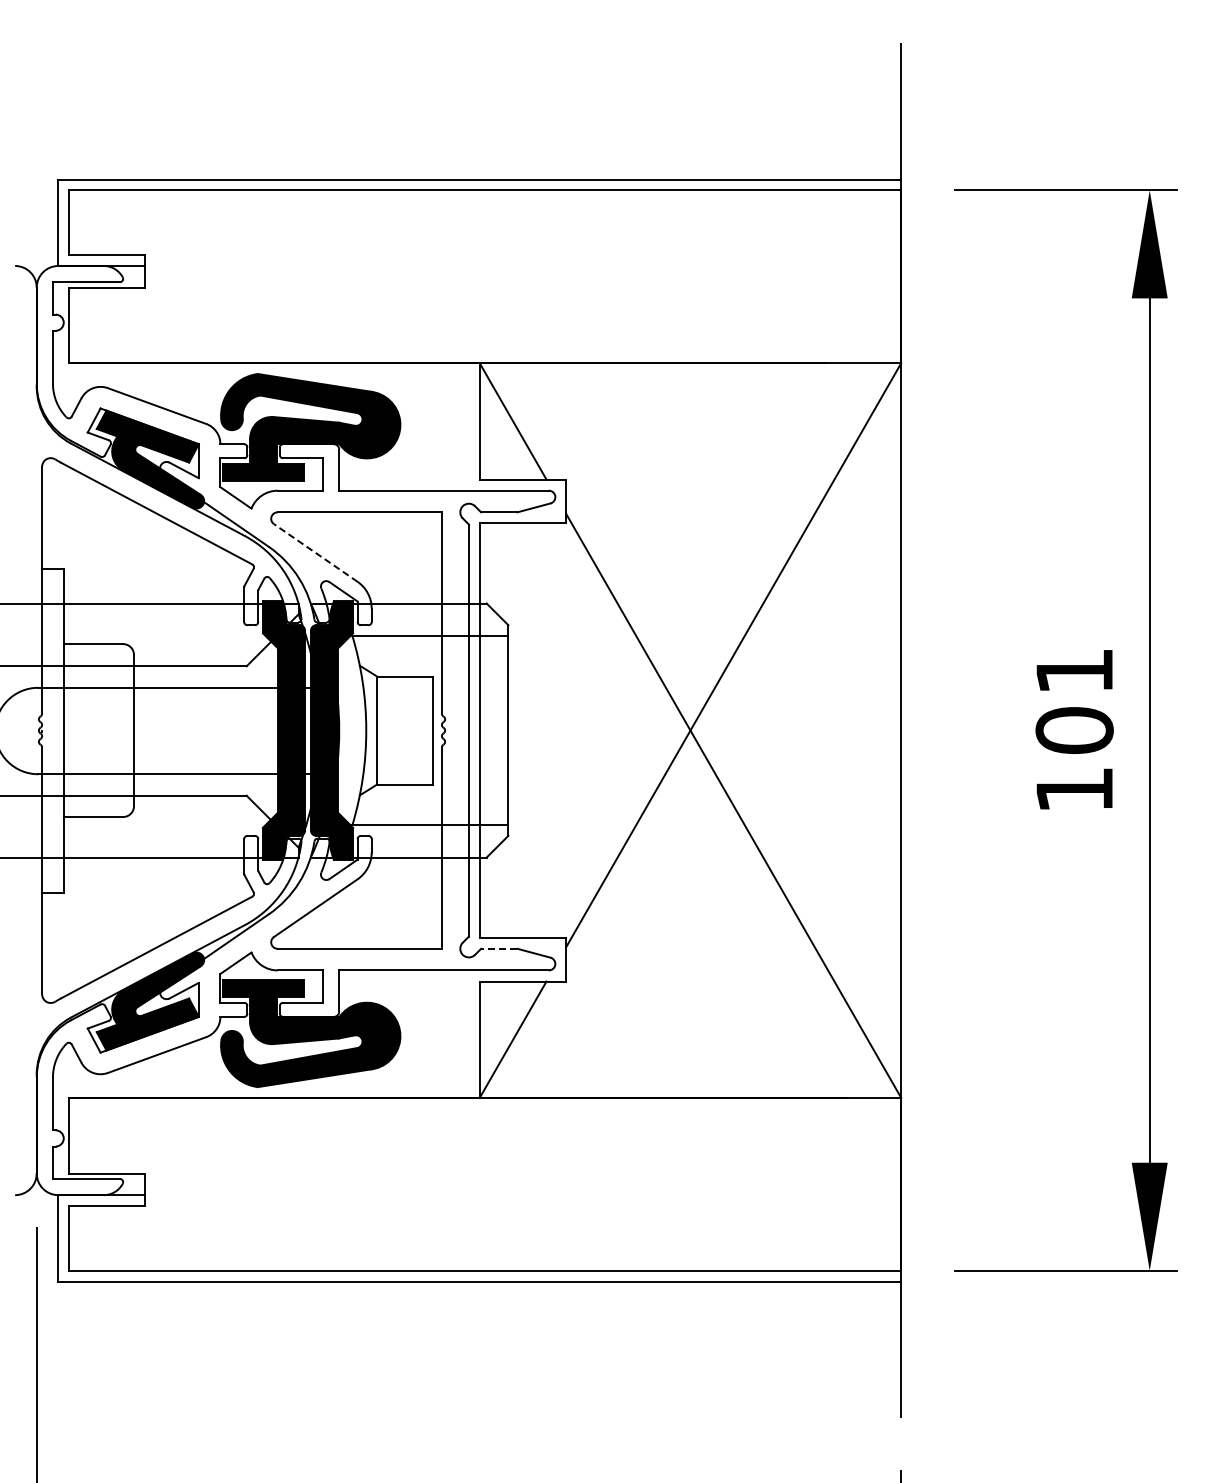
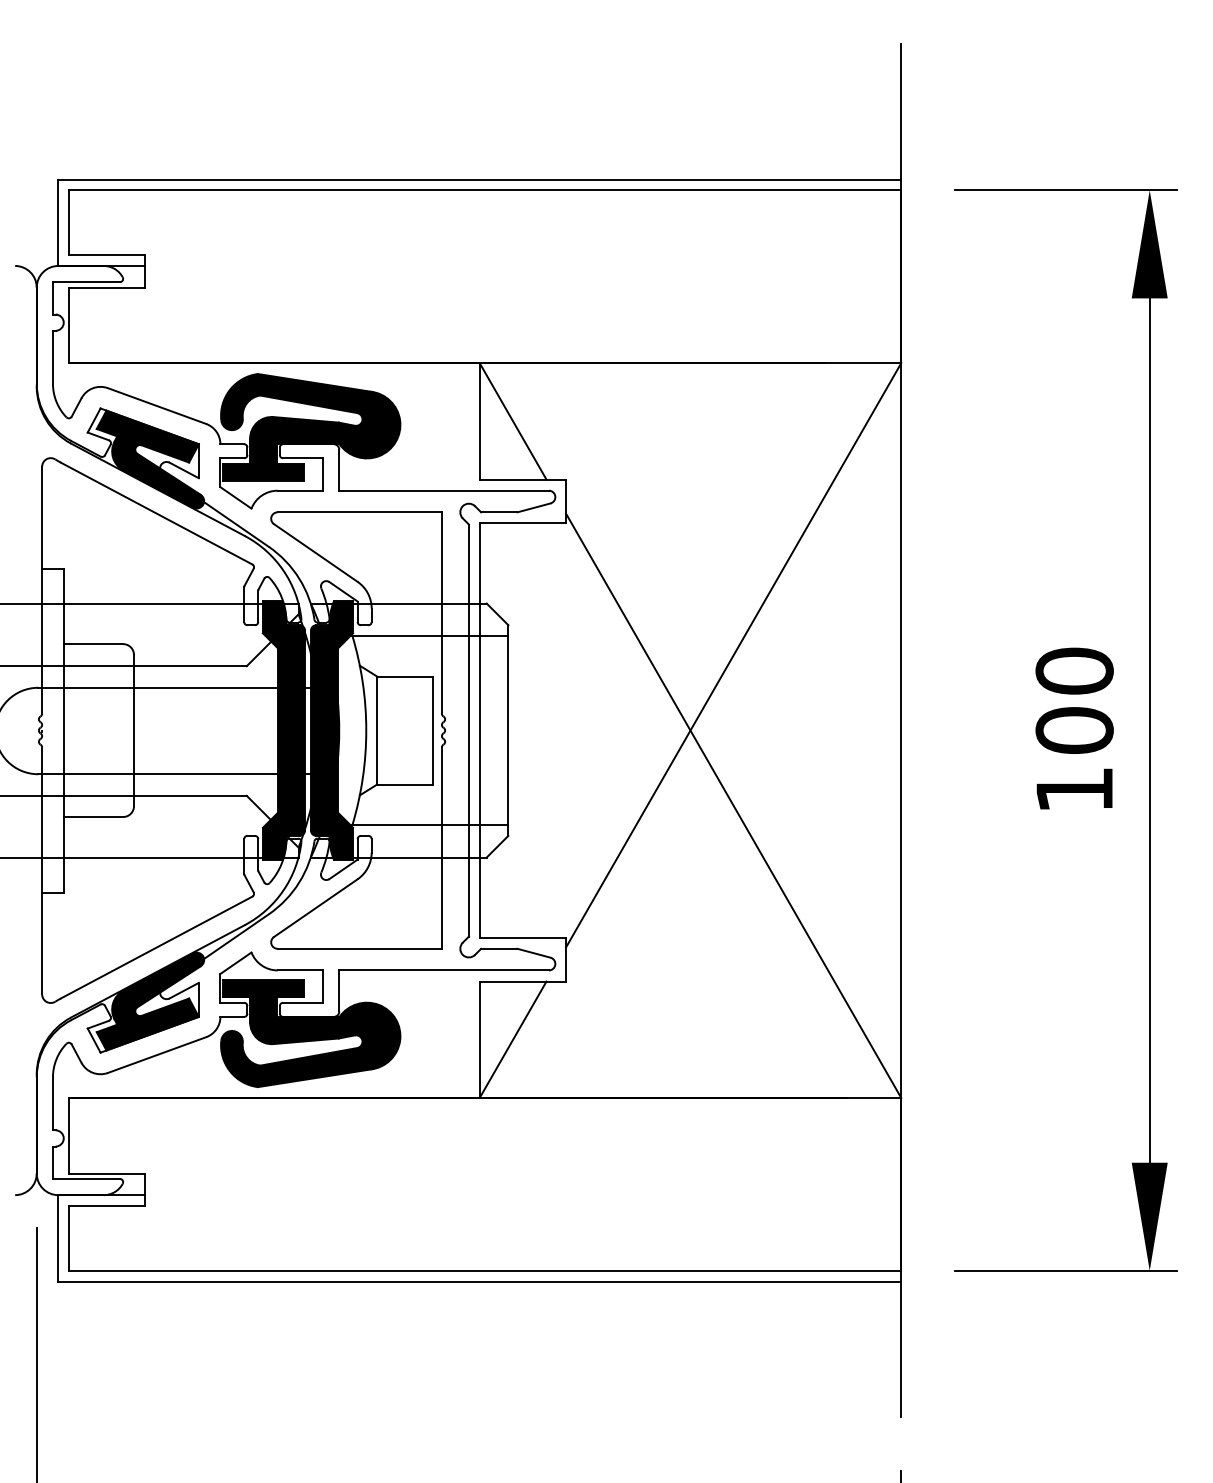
line at (315, 553): dashed -> solid
text at (1074, 670): 101 -> 100
line at (498, 948): dashed -> solid
